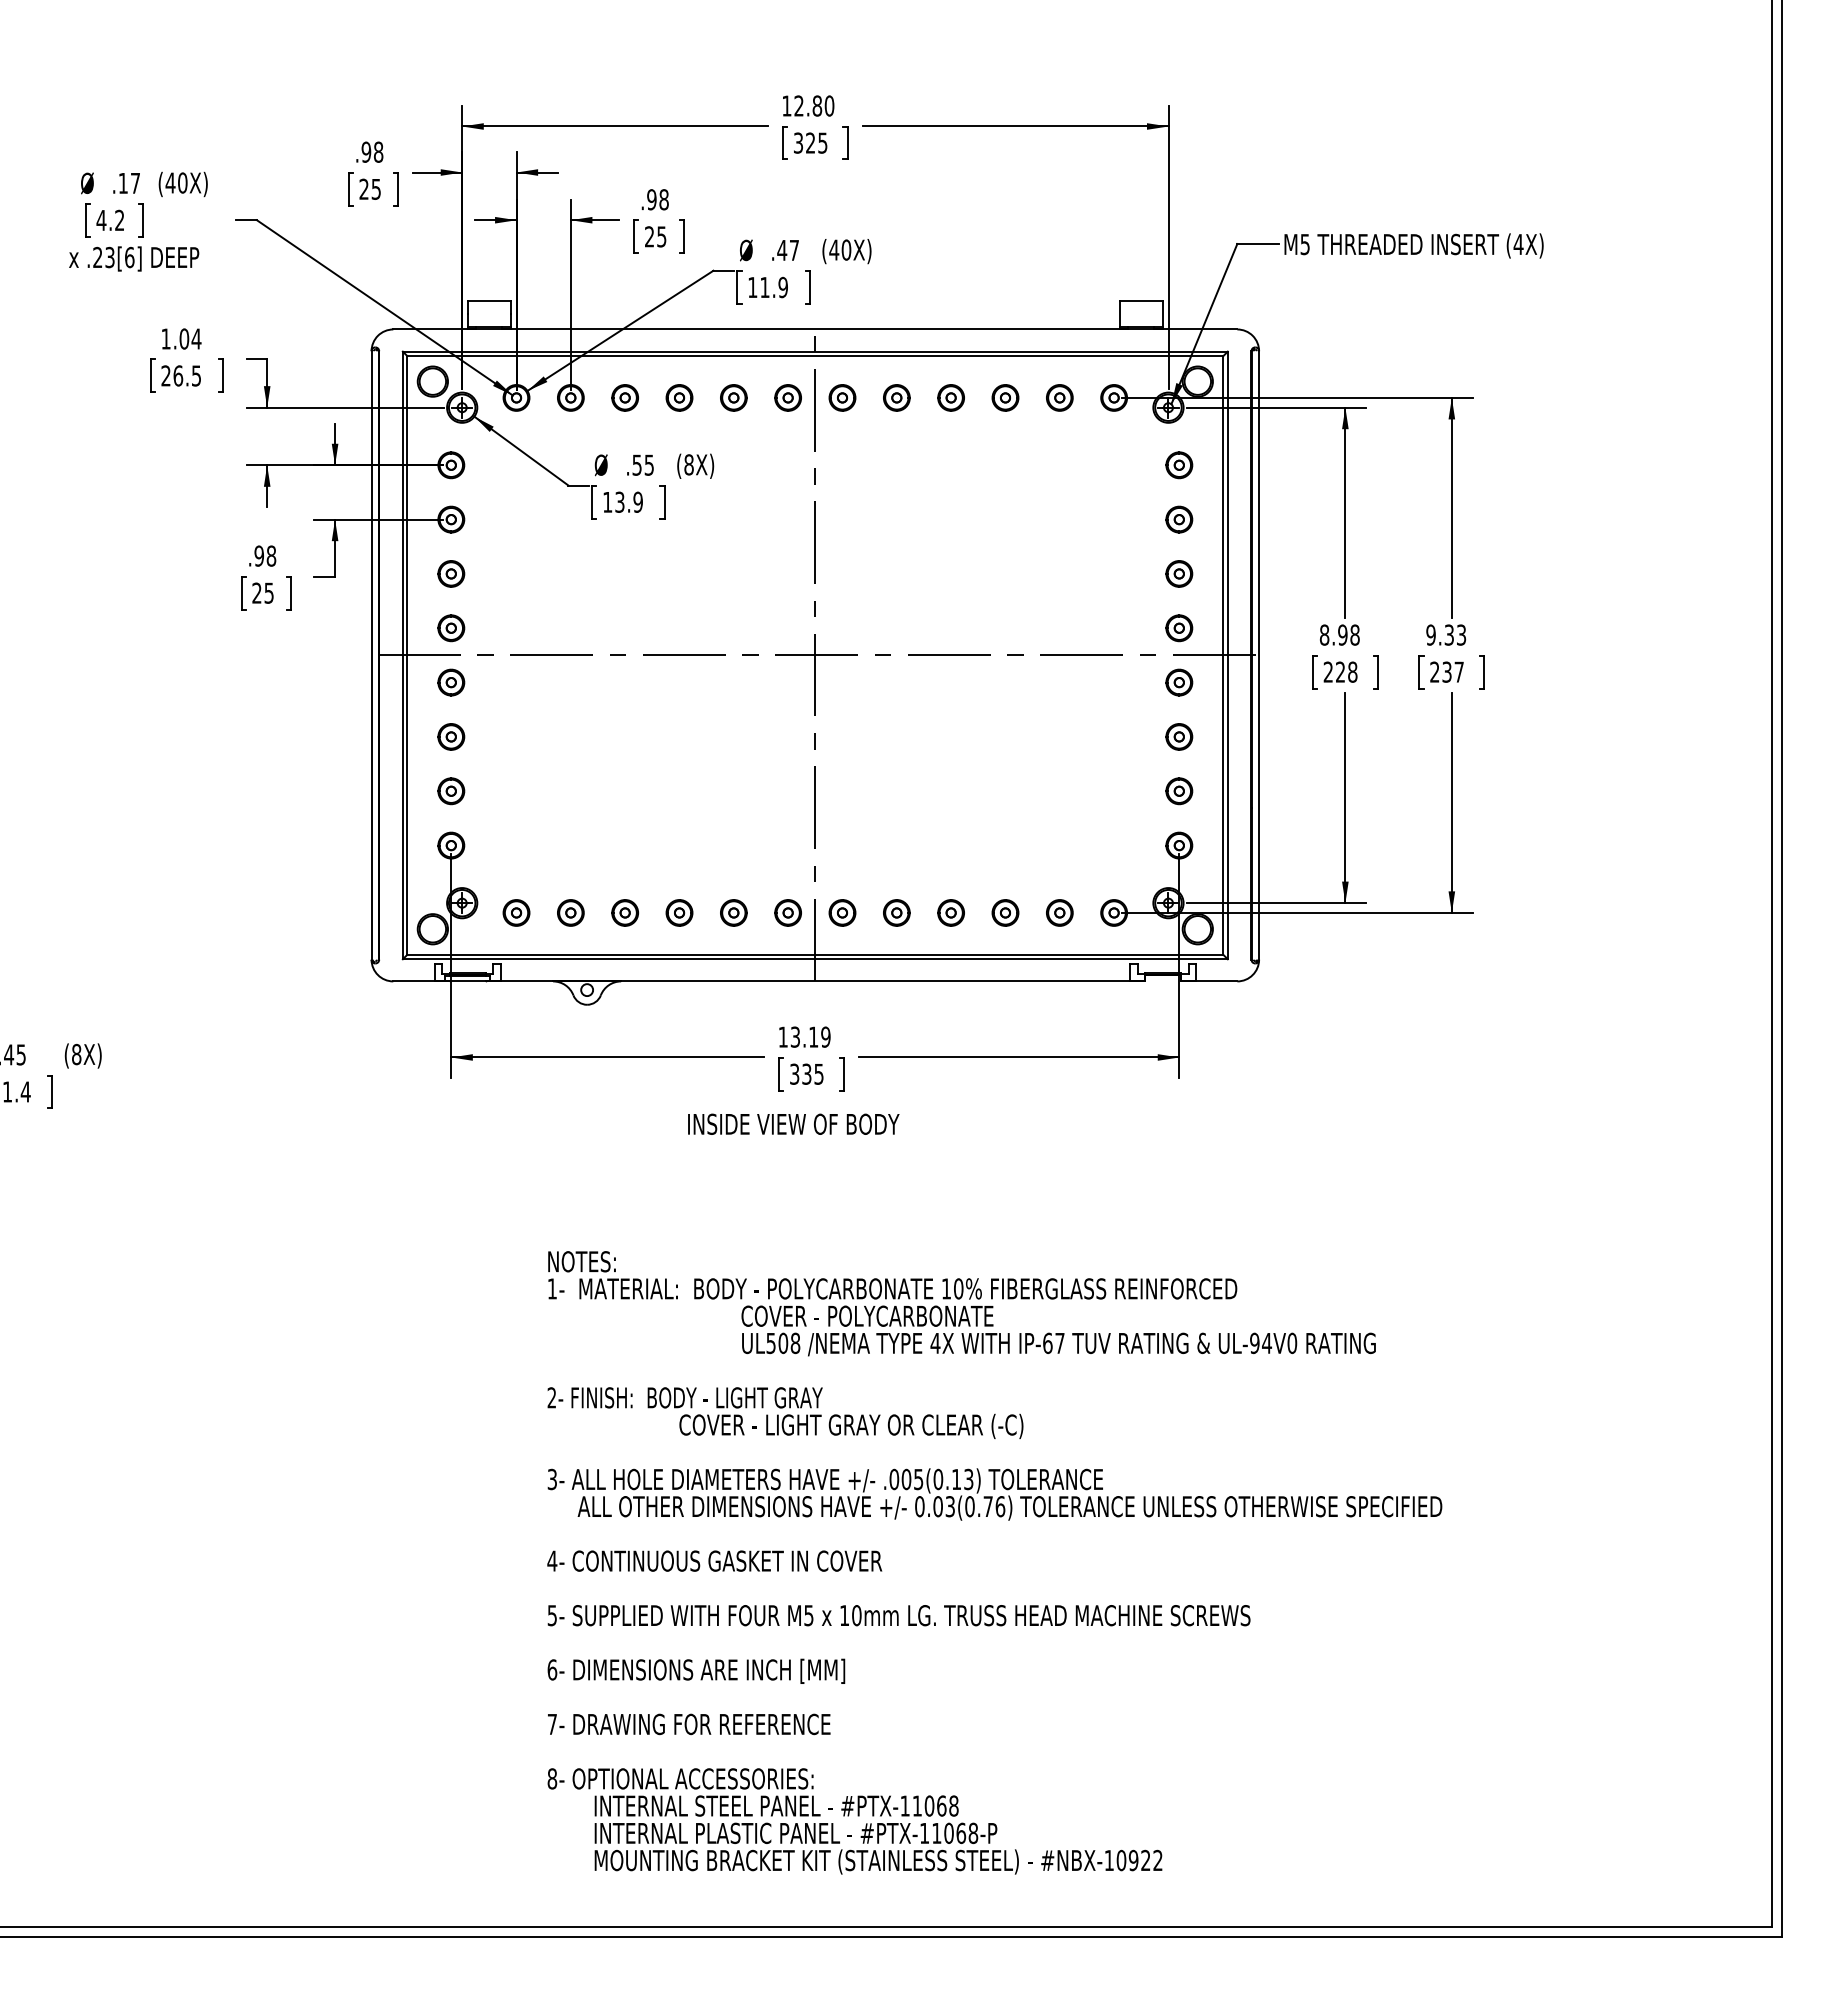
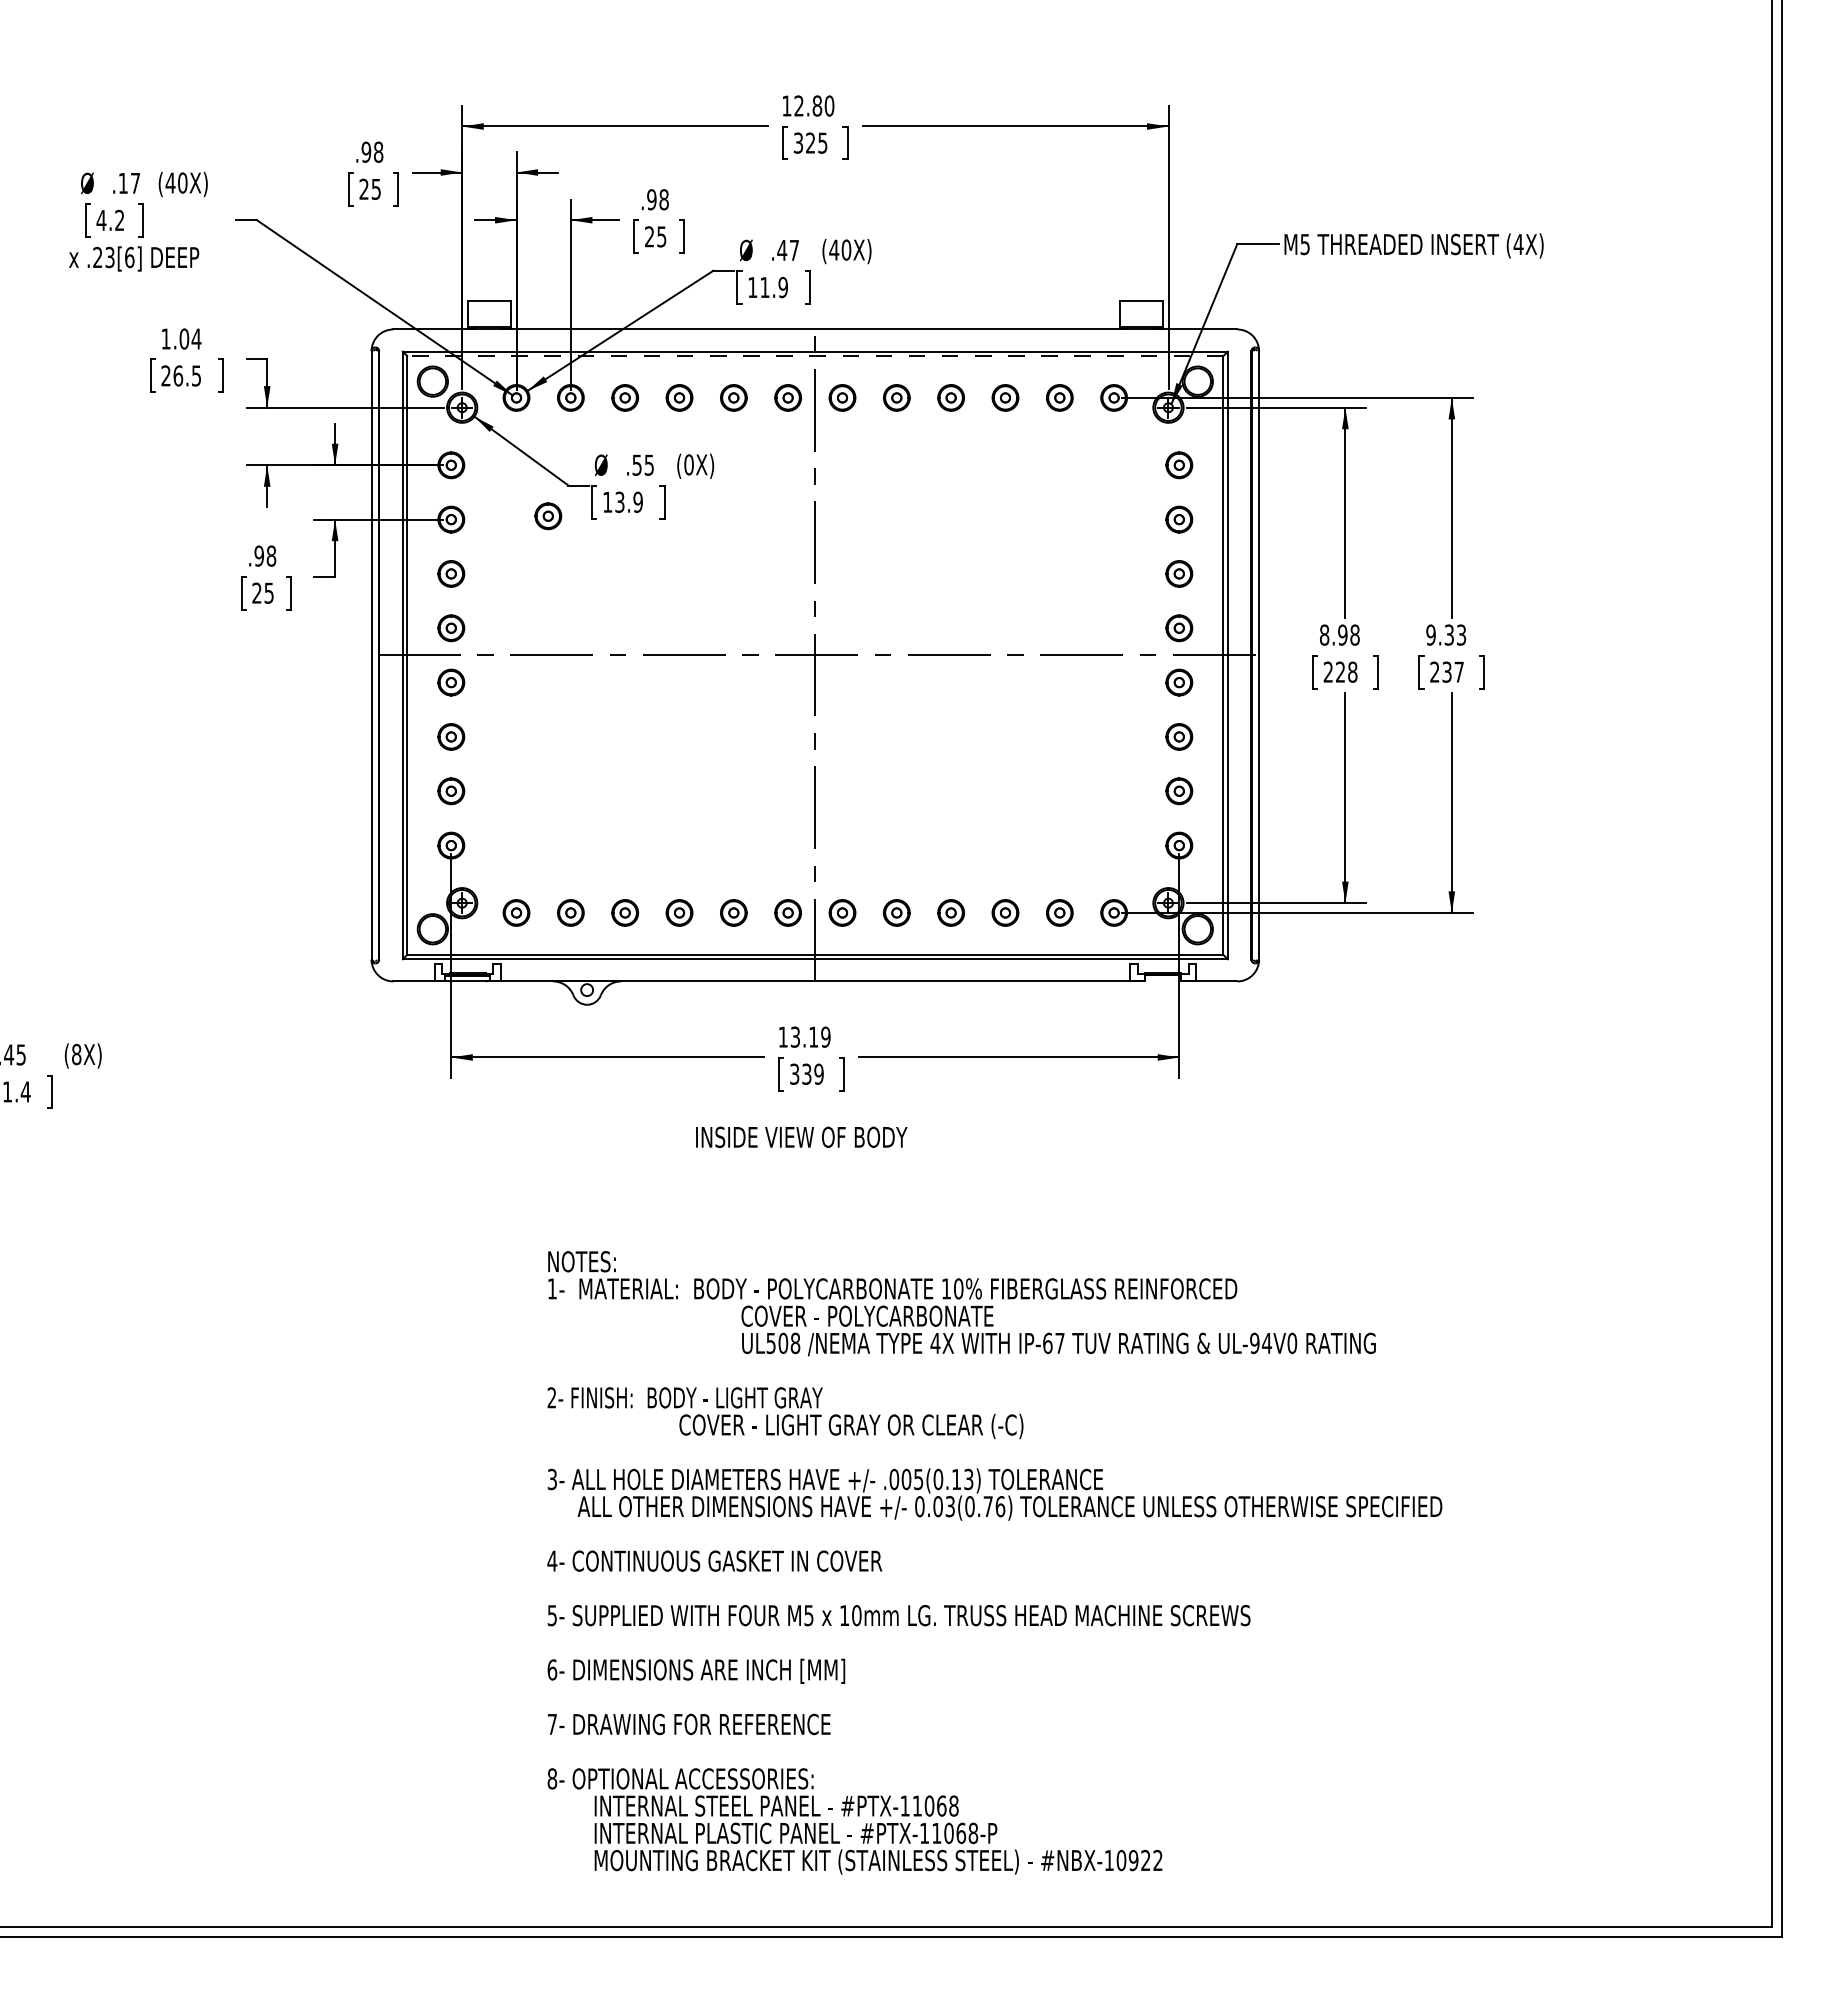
line at (814, 356): solid -> dashed
text at (688, 464): (8X) -> (0X)
part at (548, 516): none -> present
text at (818, 1073): 335 -> 339
text at (793, 1123) position: (793, 1123) -> (801, 1136)
